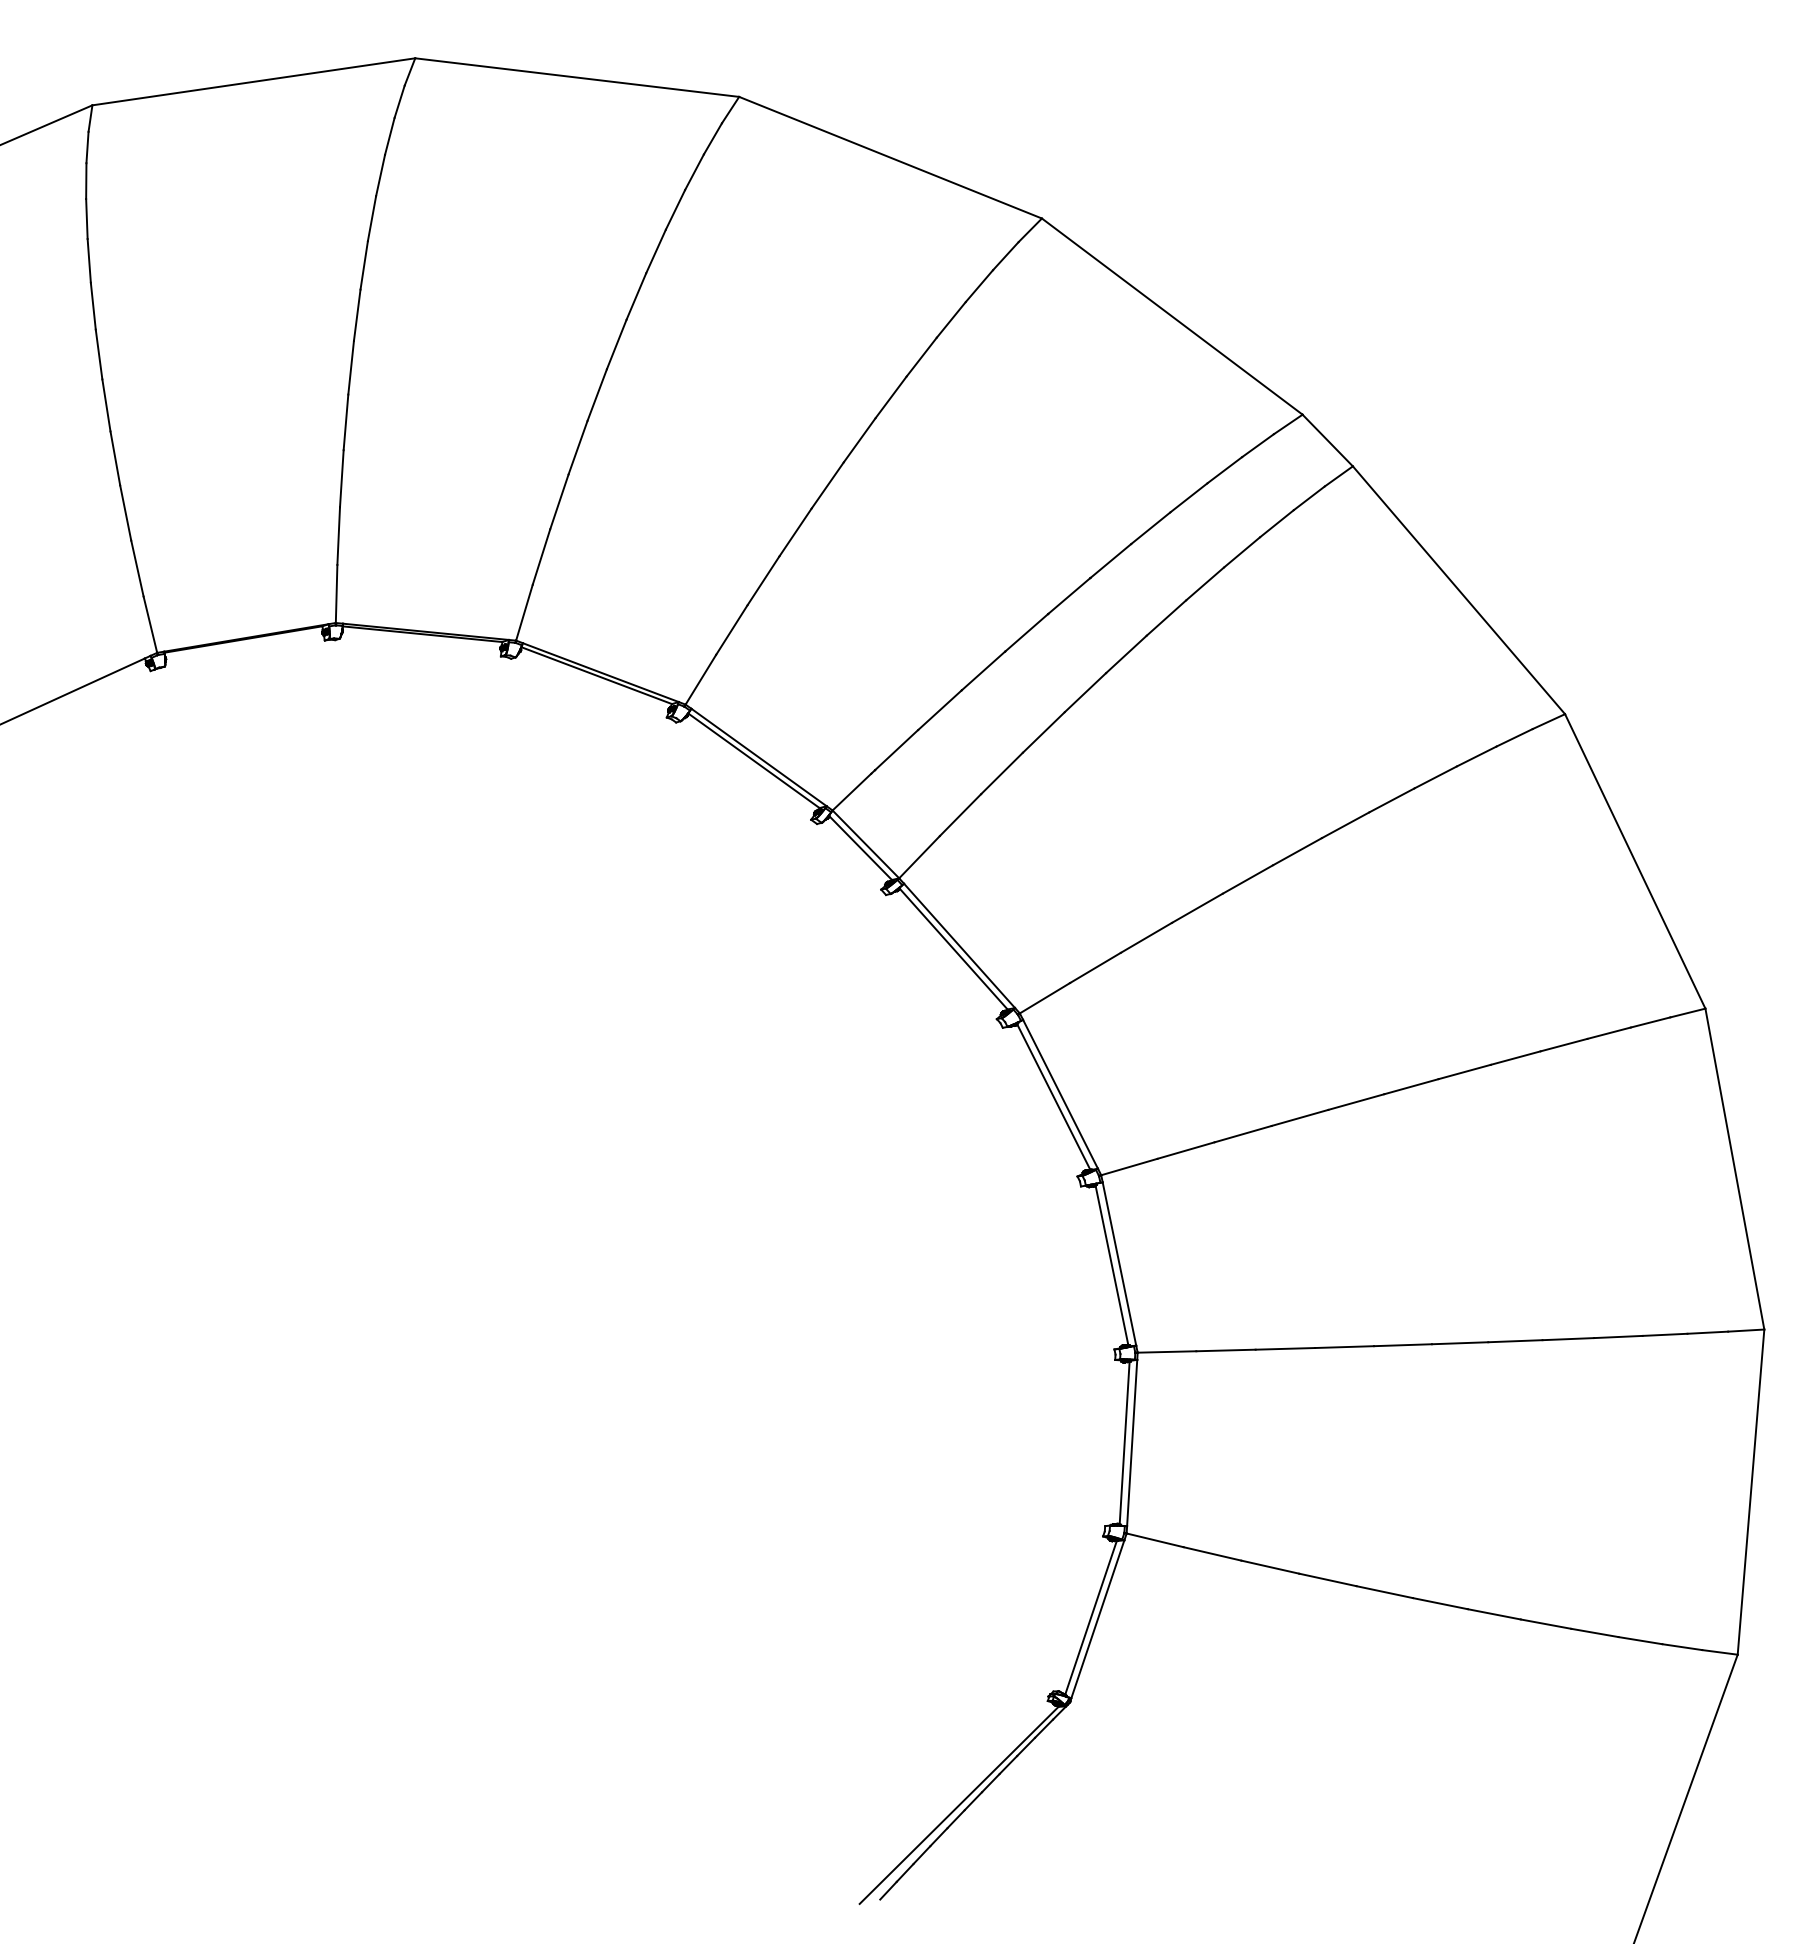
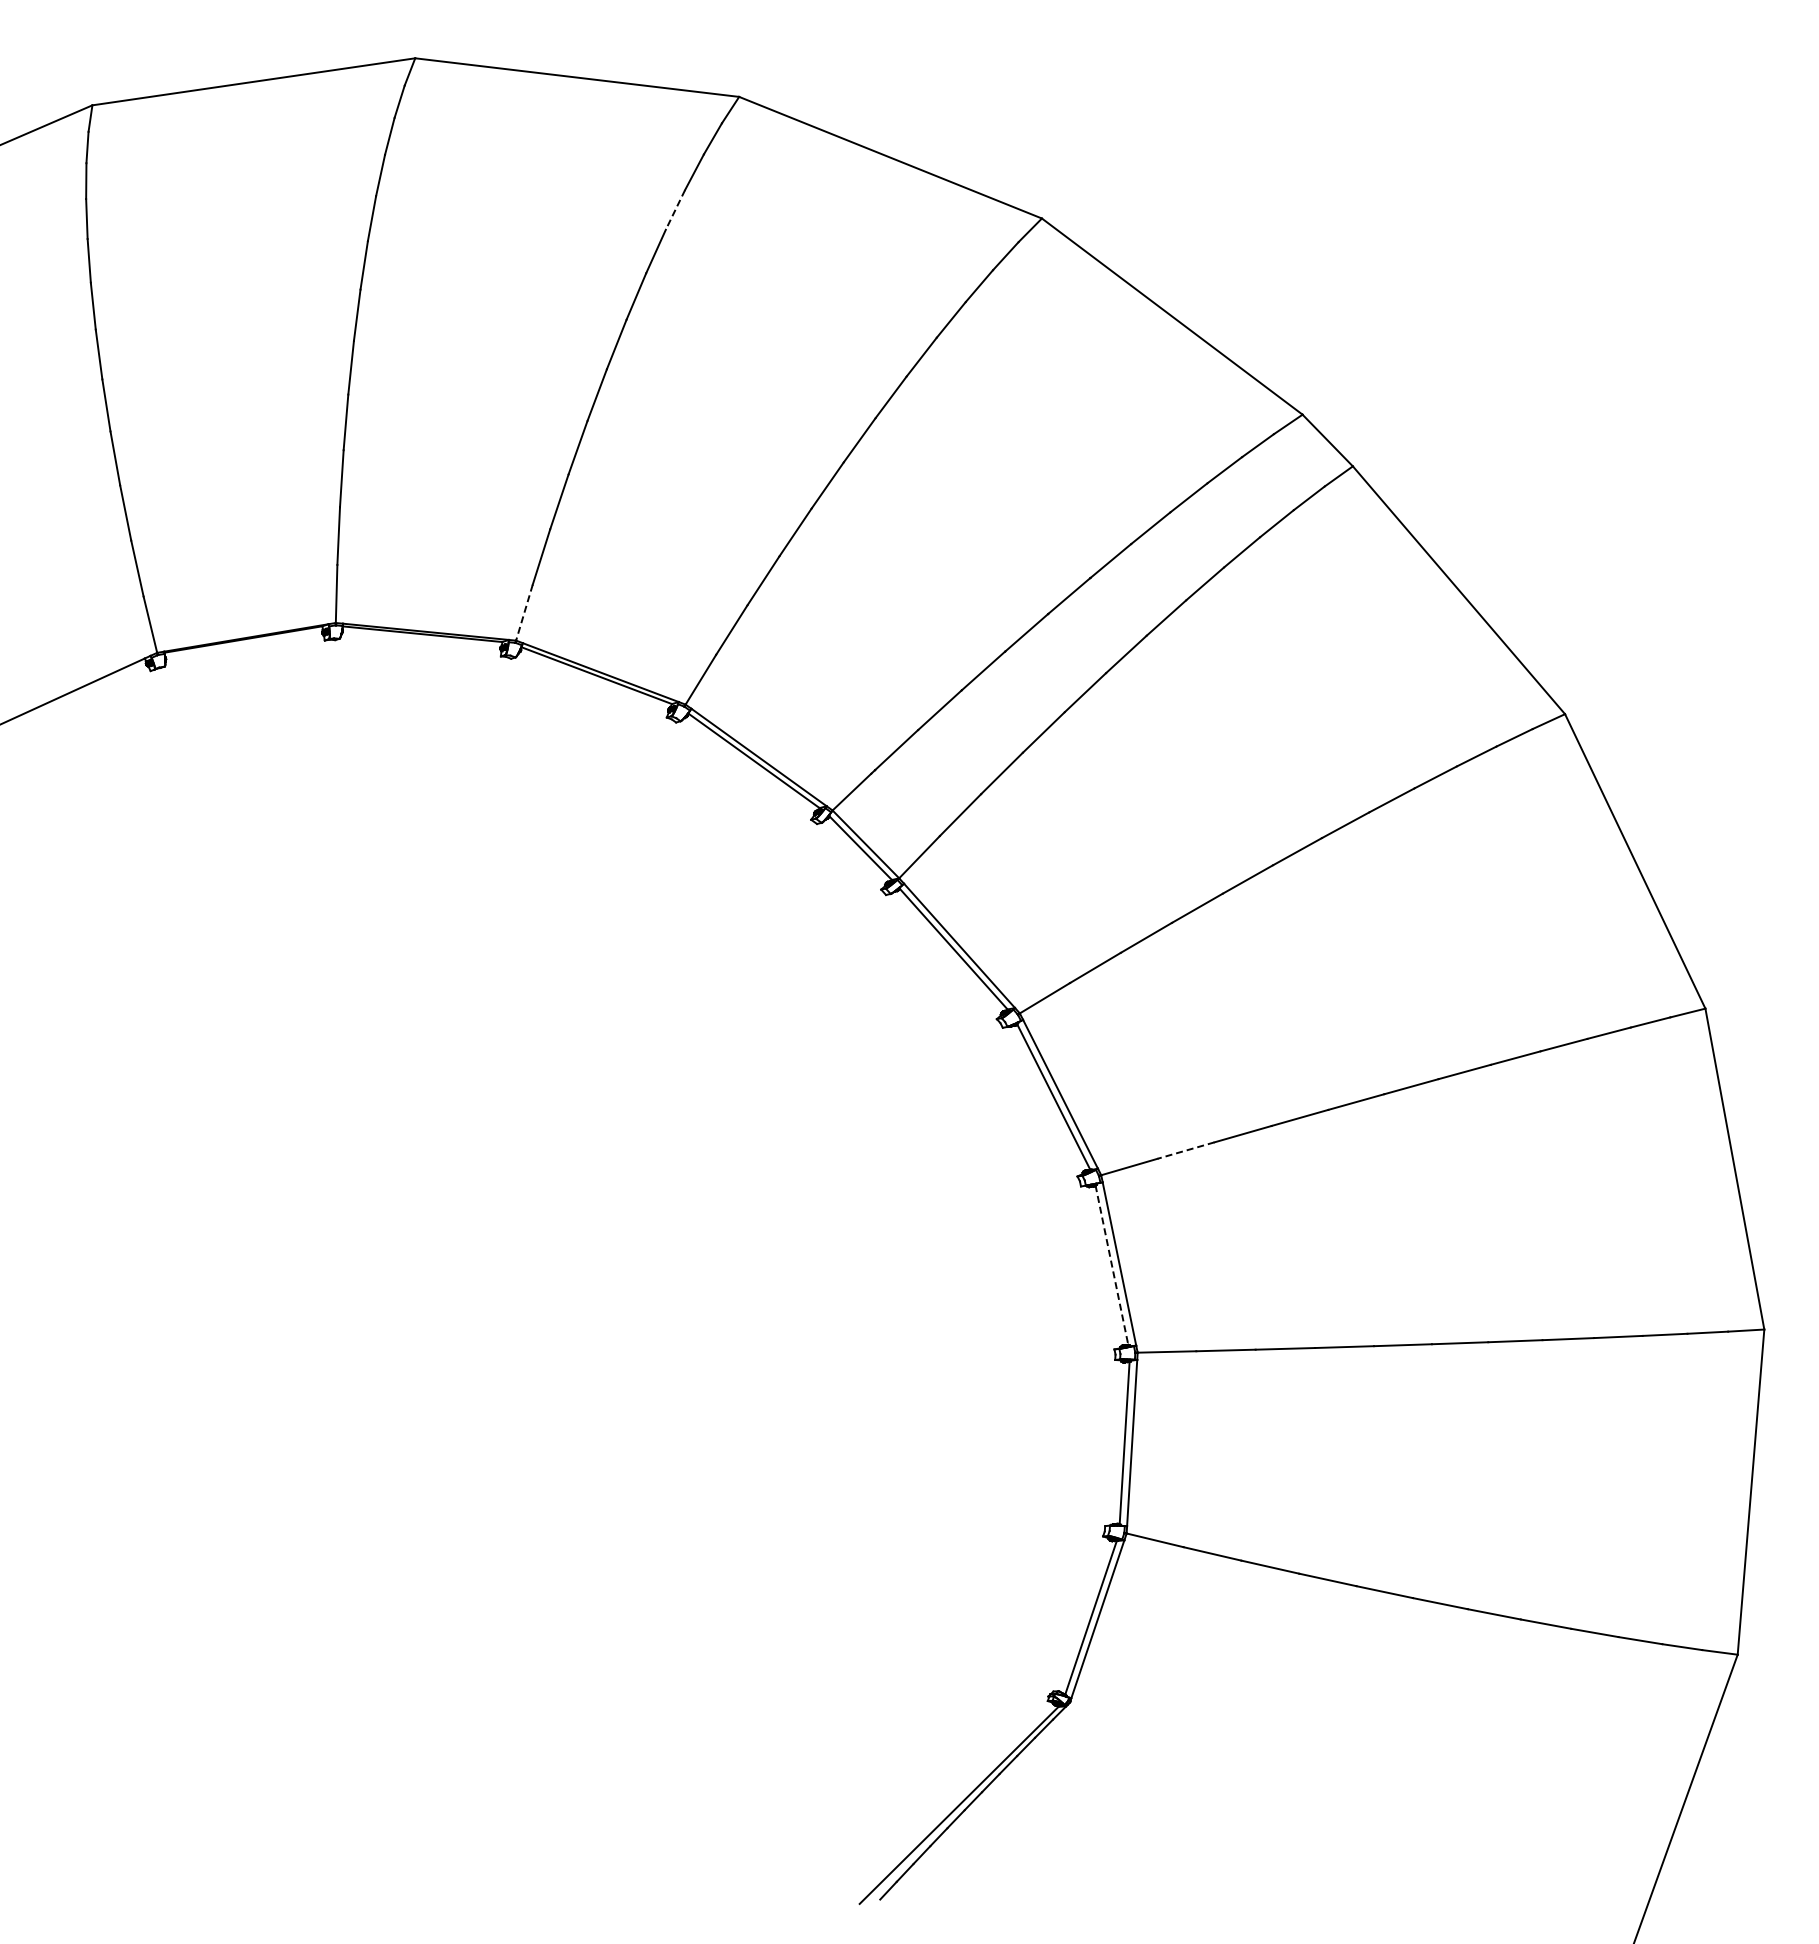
line at (675, 210): solid -> dashed
line at (524, 613): solid -> dashed
line at (1186, 1150): solid -> dashed
line at (1111, 1265): solid -> dashed
